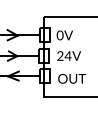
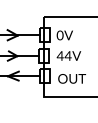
text at (59, 55): 24V -> 44V
